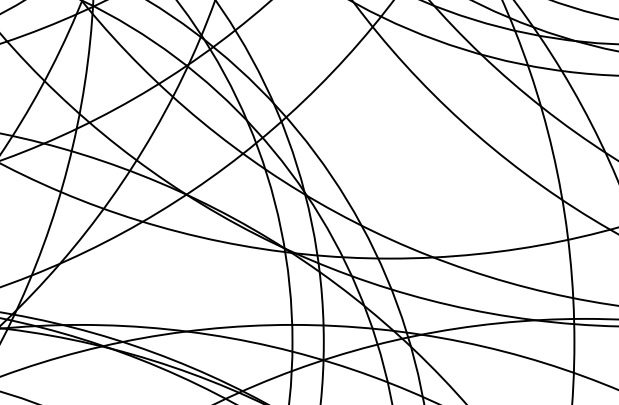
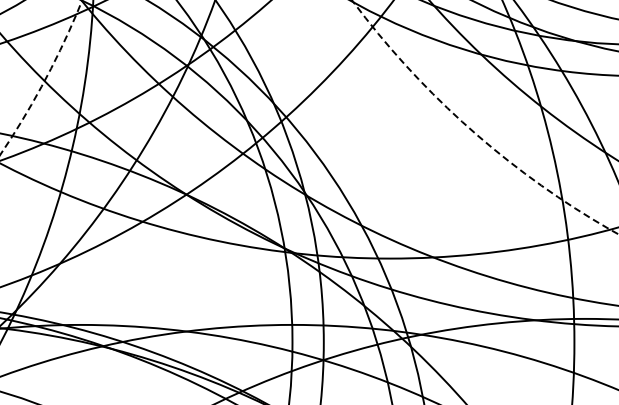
circle at (41, 77): solid -> dashed
circle at (485, 117): solid -> dashed
